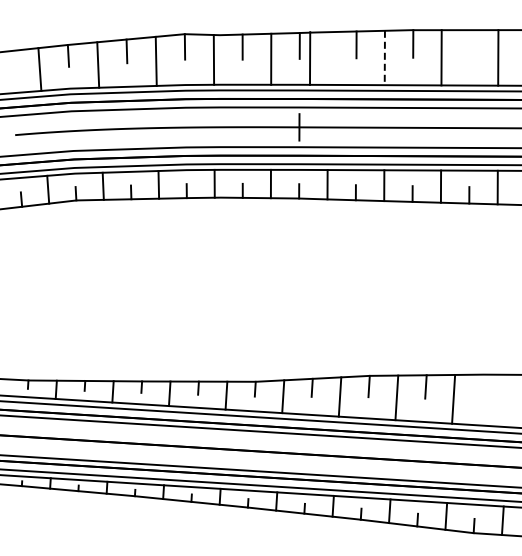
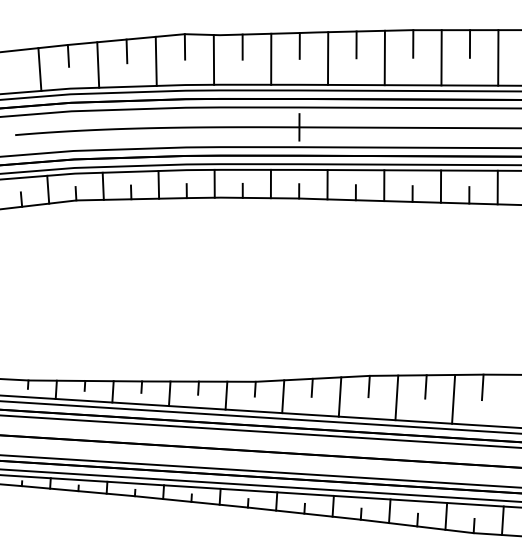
line at (469, 43): none -> present
line at (310, 58) position: (310, 58) -> (328, 58)
line at (384, 58): dashed -> solid
line at (482, 387): none -> present
